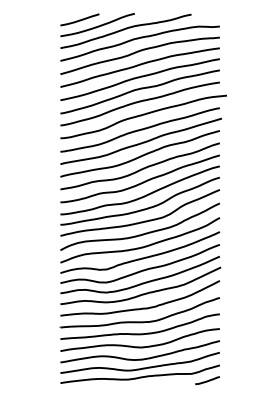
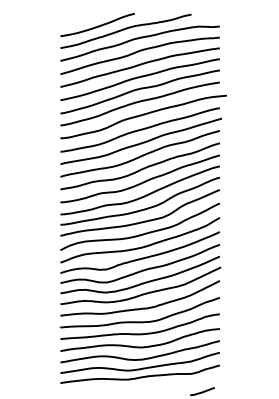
line at (79, 19): present -> none
line at (207, 380) position: (207, 380) -> (202, 391)
